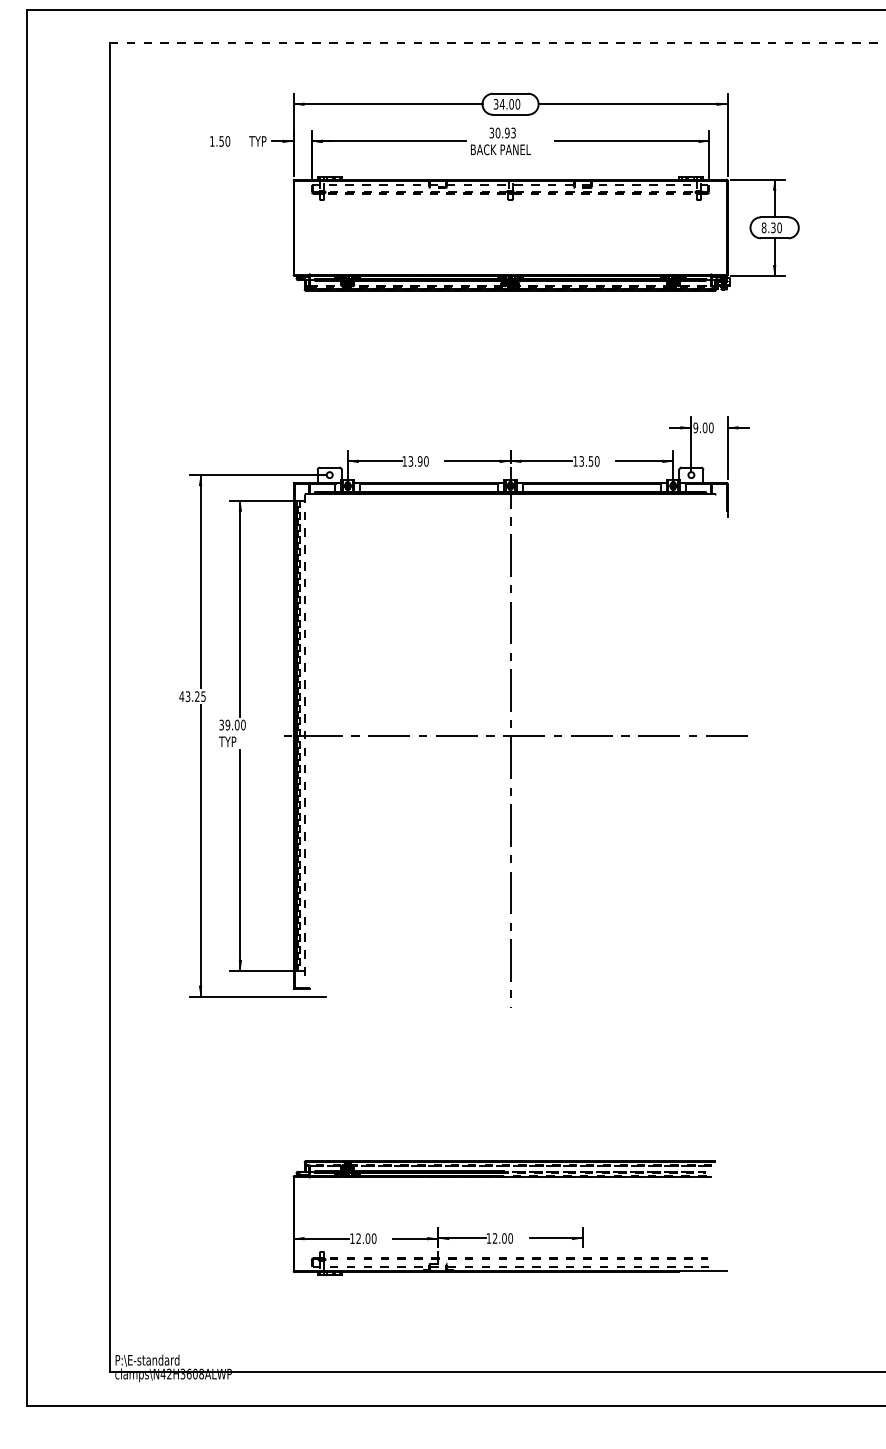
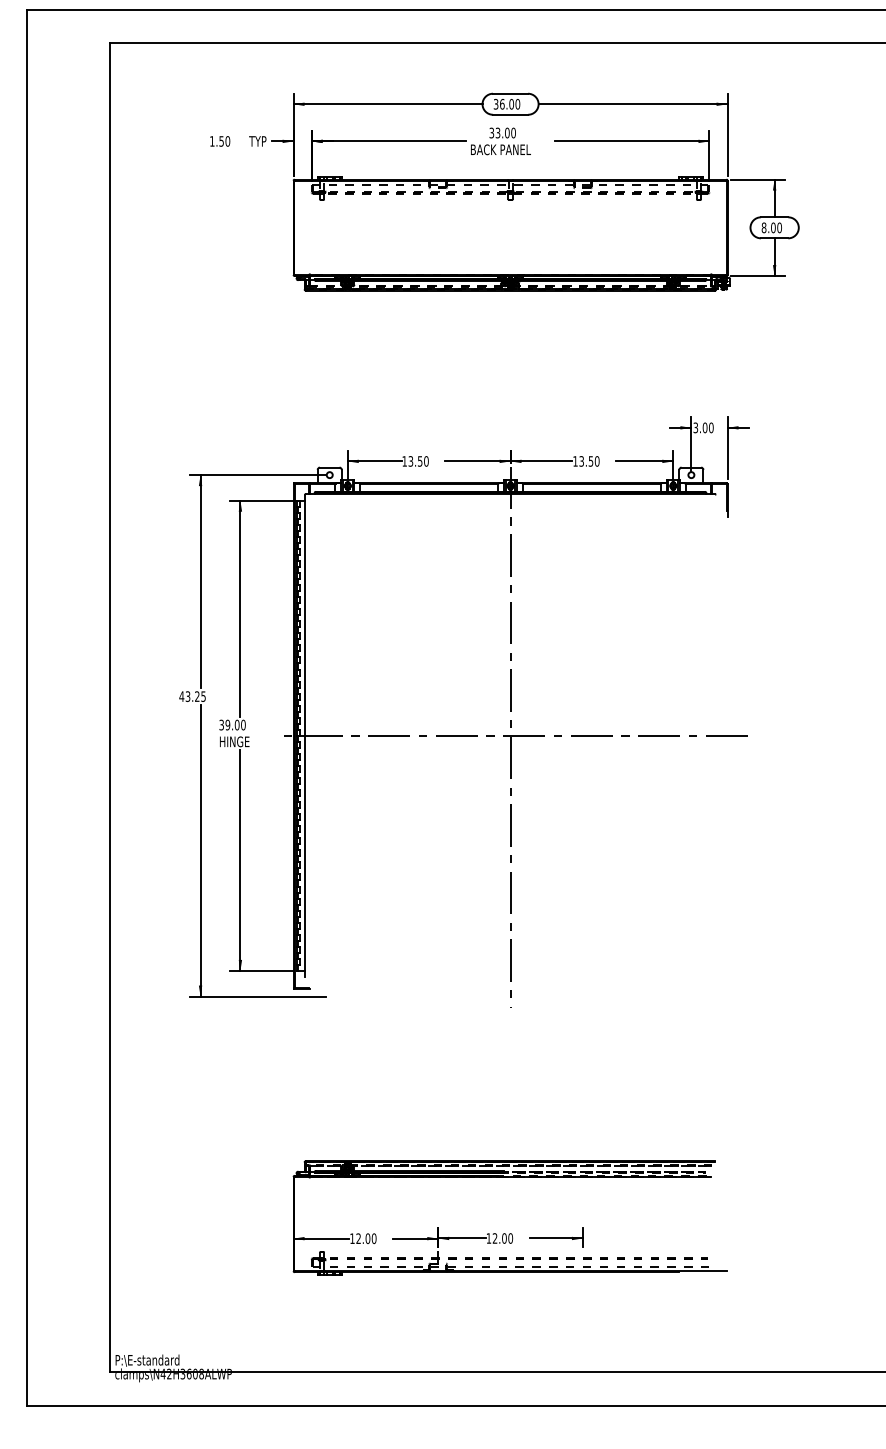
line at (497, 43): dashed -> solid
text at (501, 104): 34.00 -> 36.00
text at (505, 132): 30.93 -> 33.00
text at (773, 227): 8.30 -> 8.00
text at (695, 427): 9.00 -> 3.00
text at (419, 461): 13.90 -> 13.50
line at (304, 736): dashed -> solid
text at (234, 741): TYP -> HINGE
